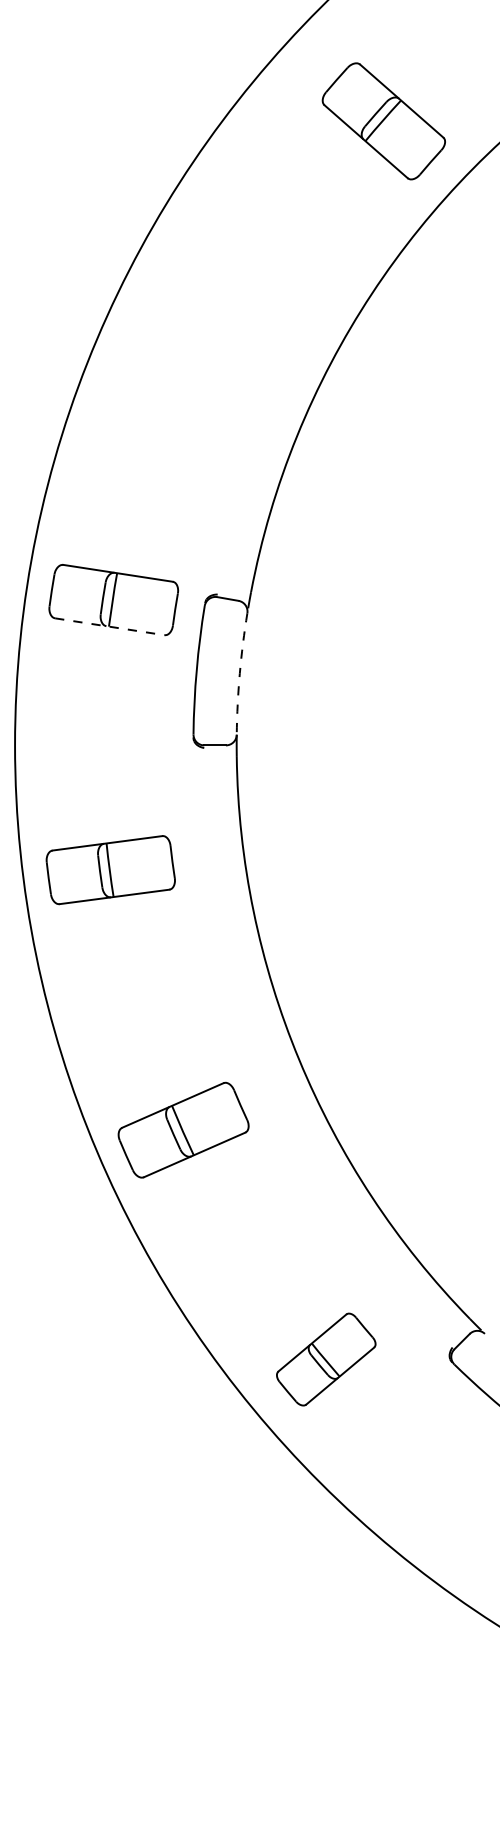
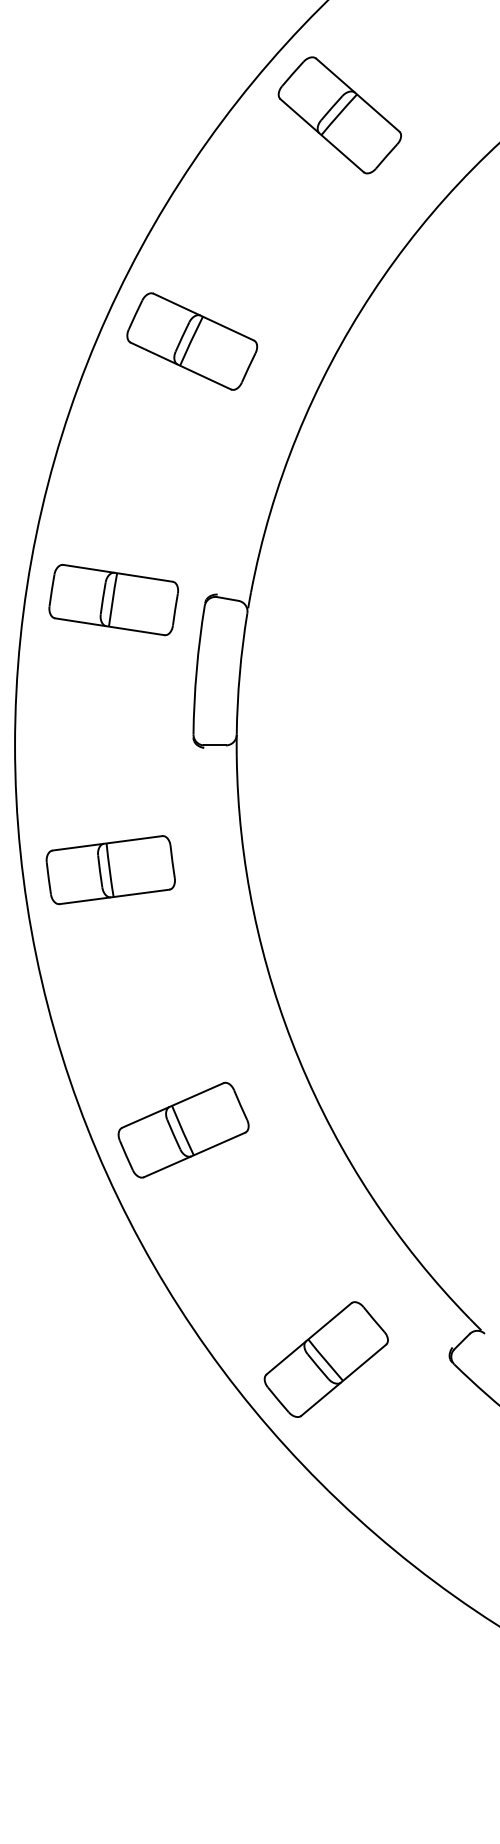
part at (383, 121) position: (383, 121) -> (339, 115)
part at (192, 341): none -> present
line at (110, 626): dashed -> solid
arc at (239, 673): dashed -> solid
part at (326, 1359) size: 101x95 px -> 126x117 px
